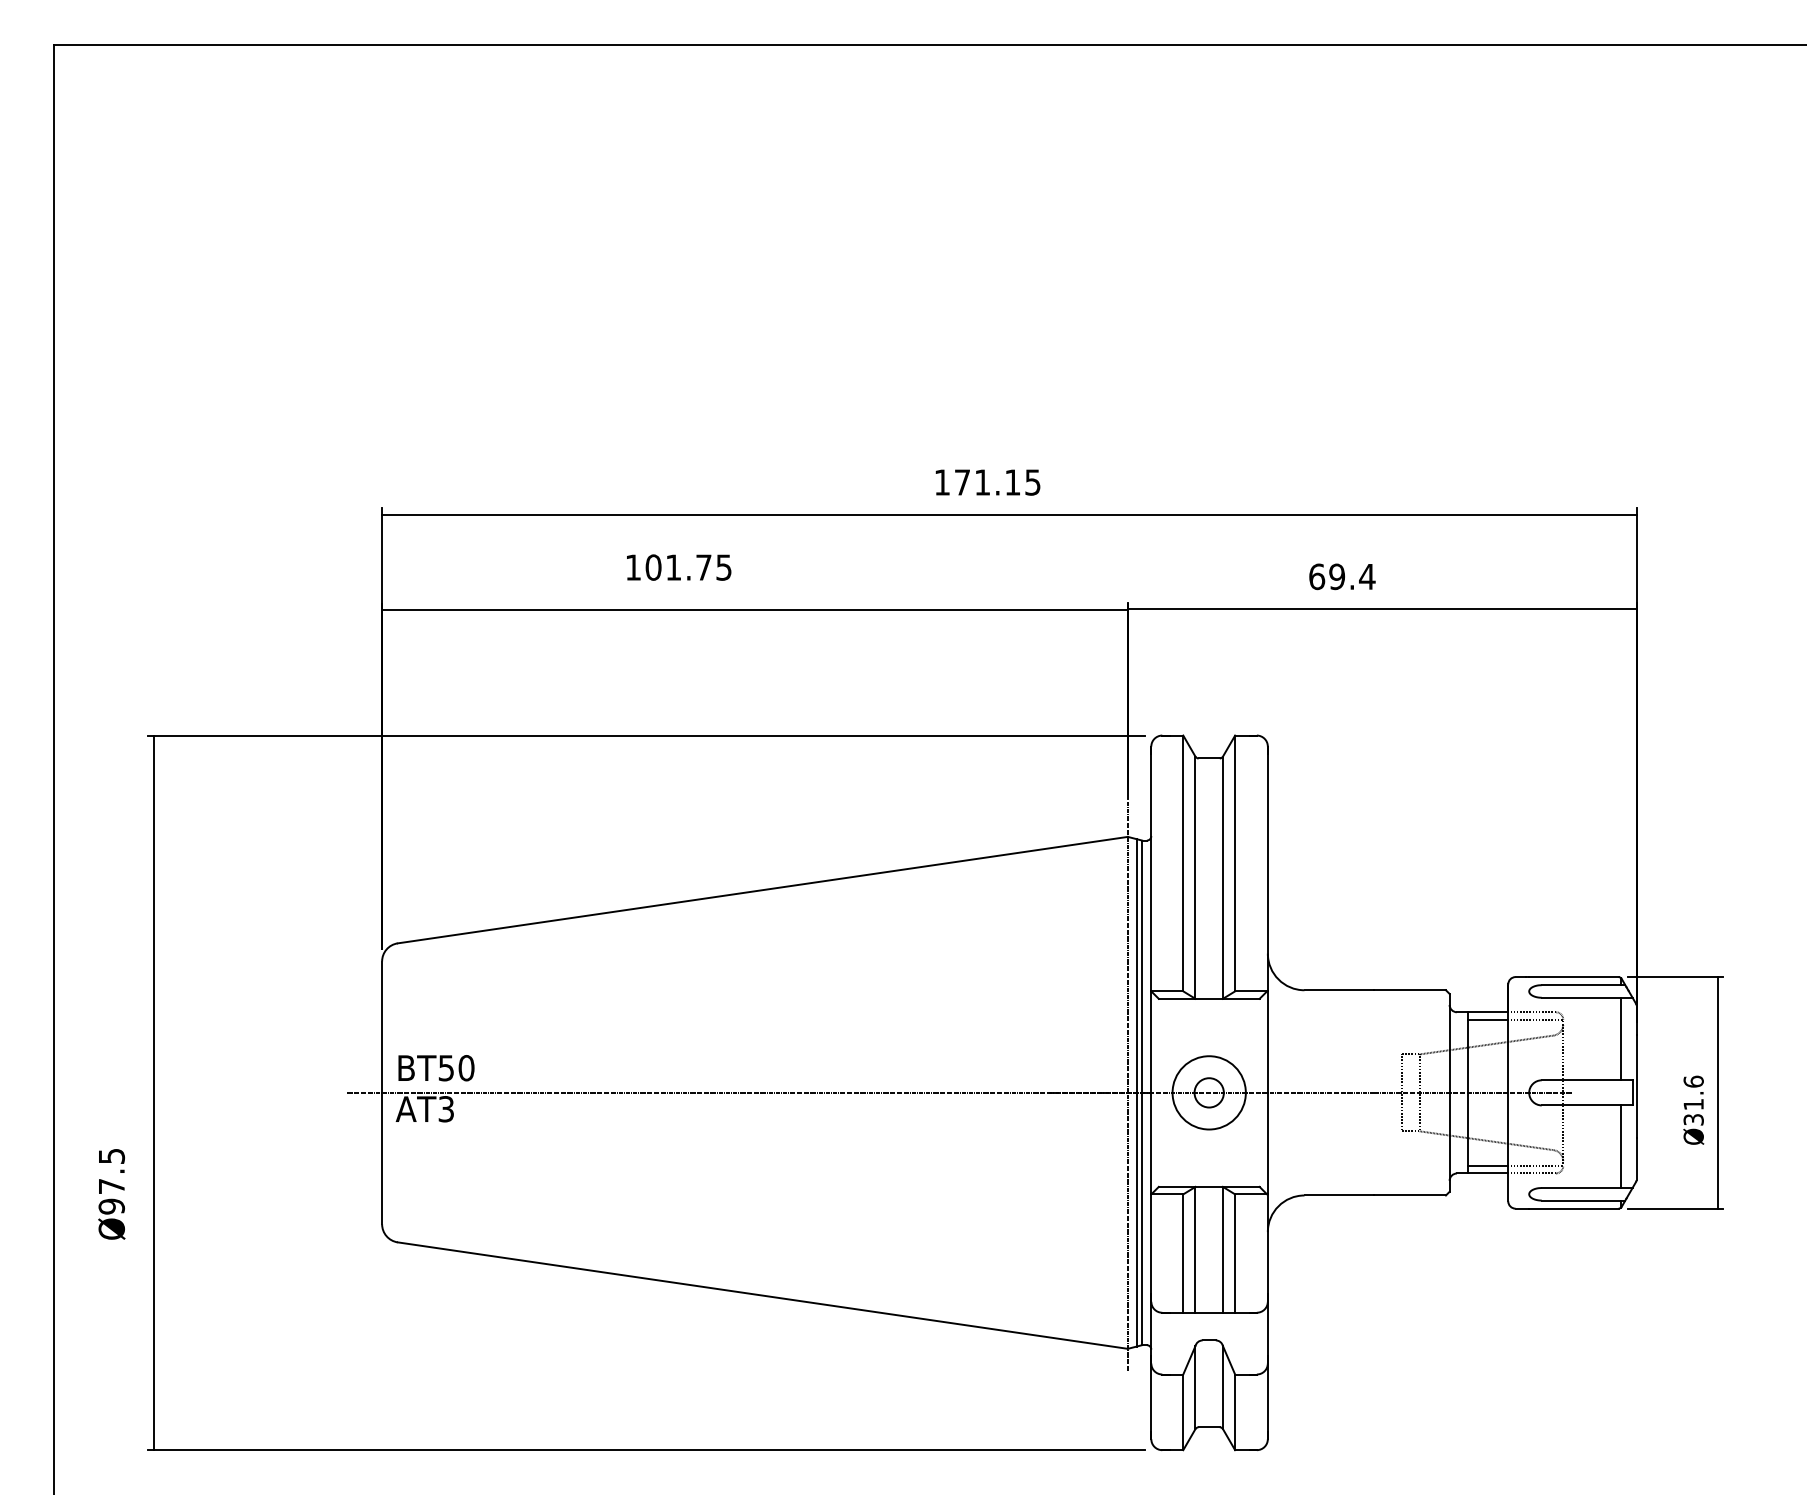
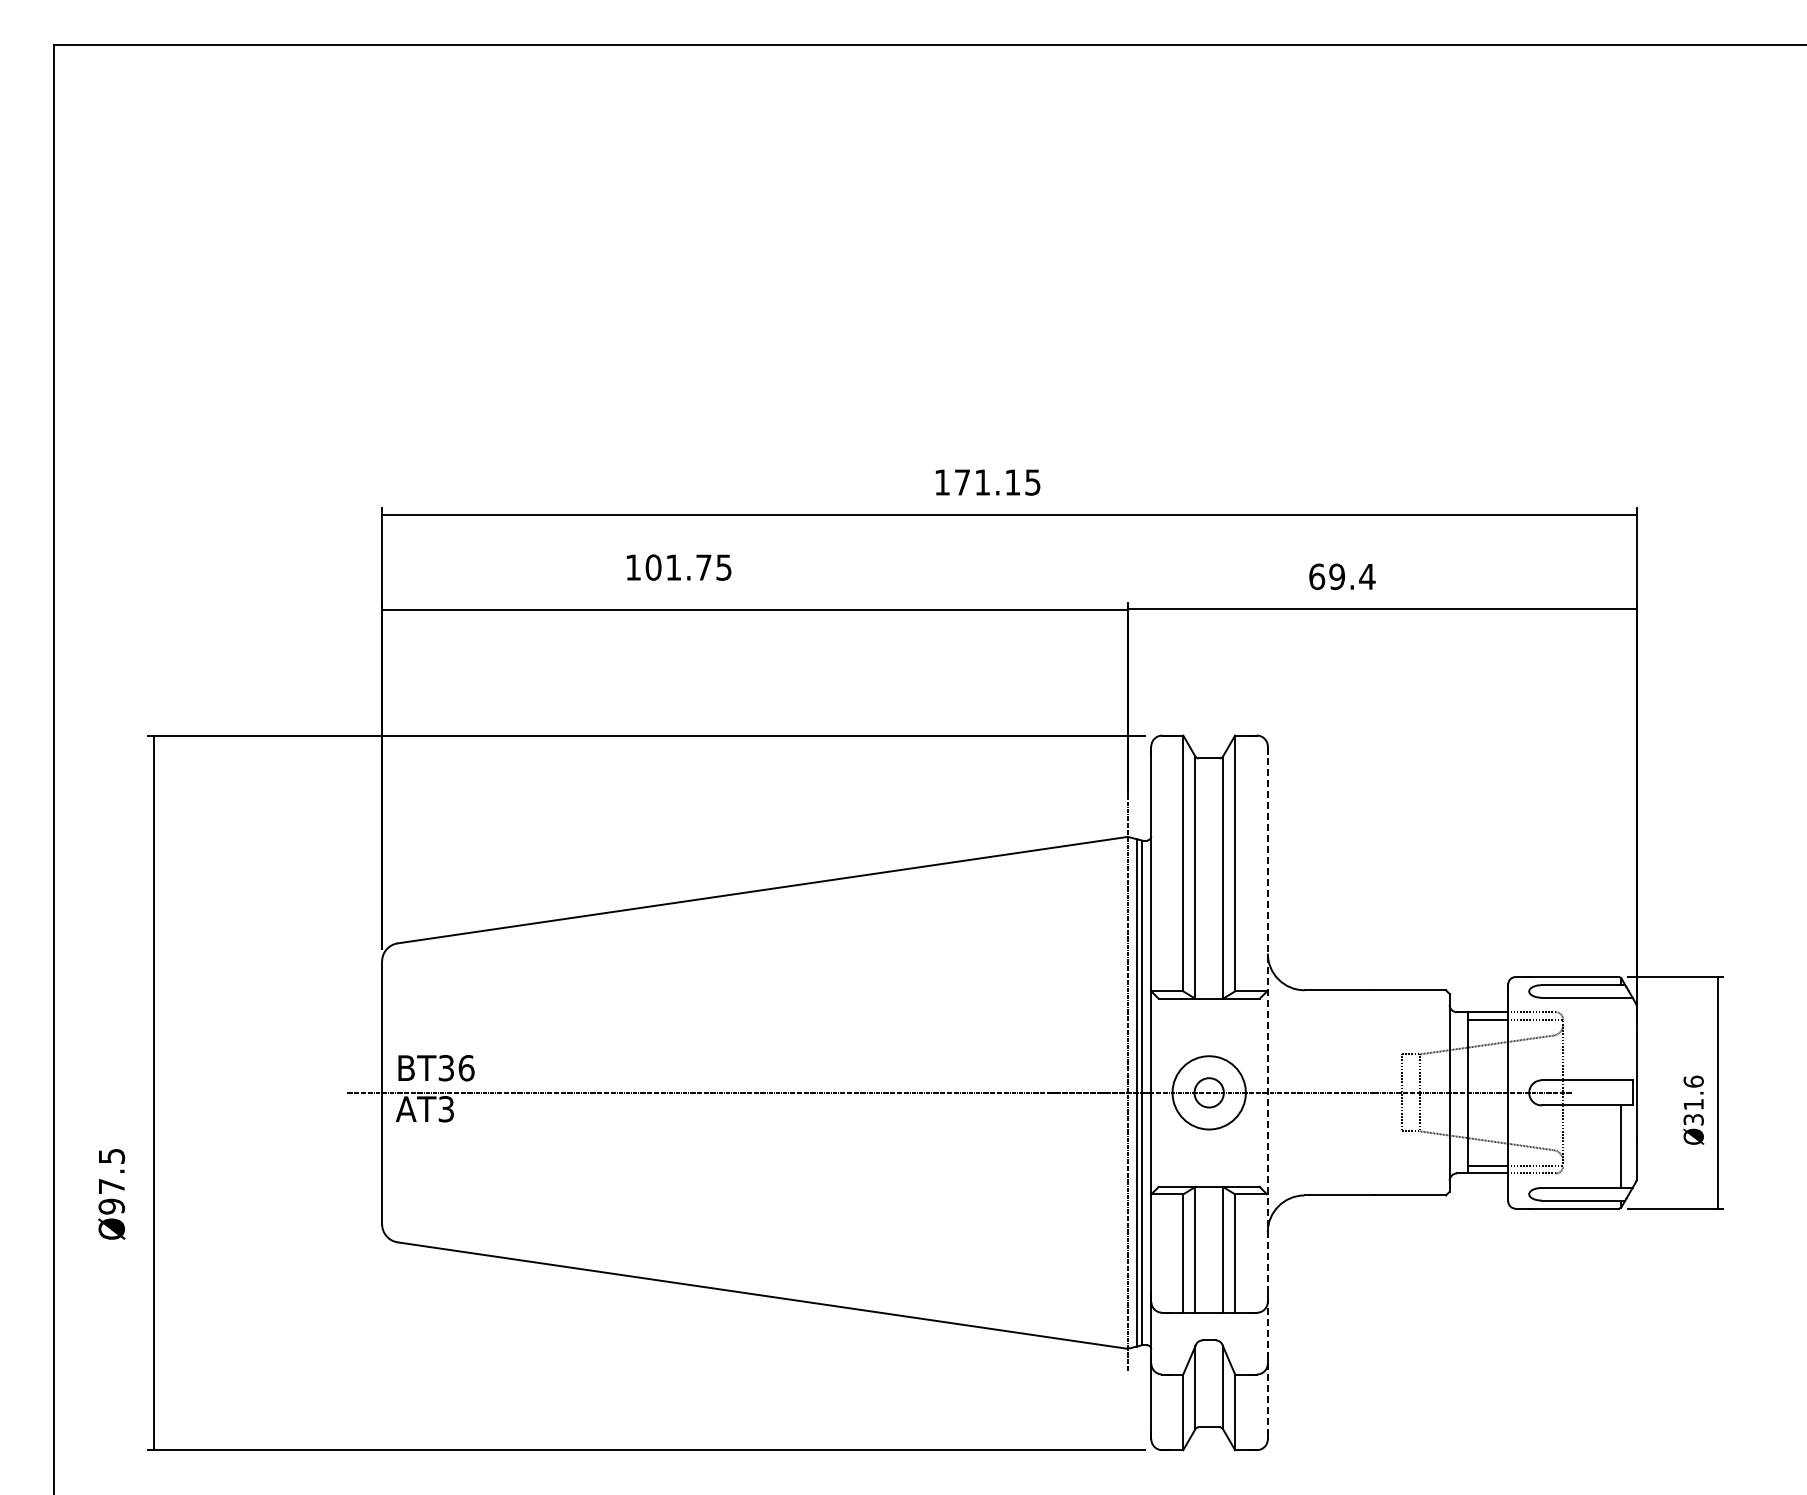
line at (1620, 1038): present -> none
text at (456, 1068): BT50 -> BT36
line at (1267, 1093): solid -> dashed
